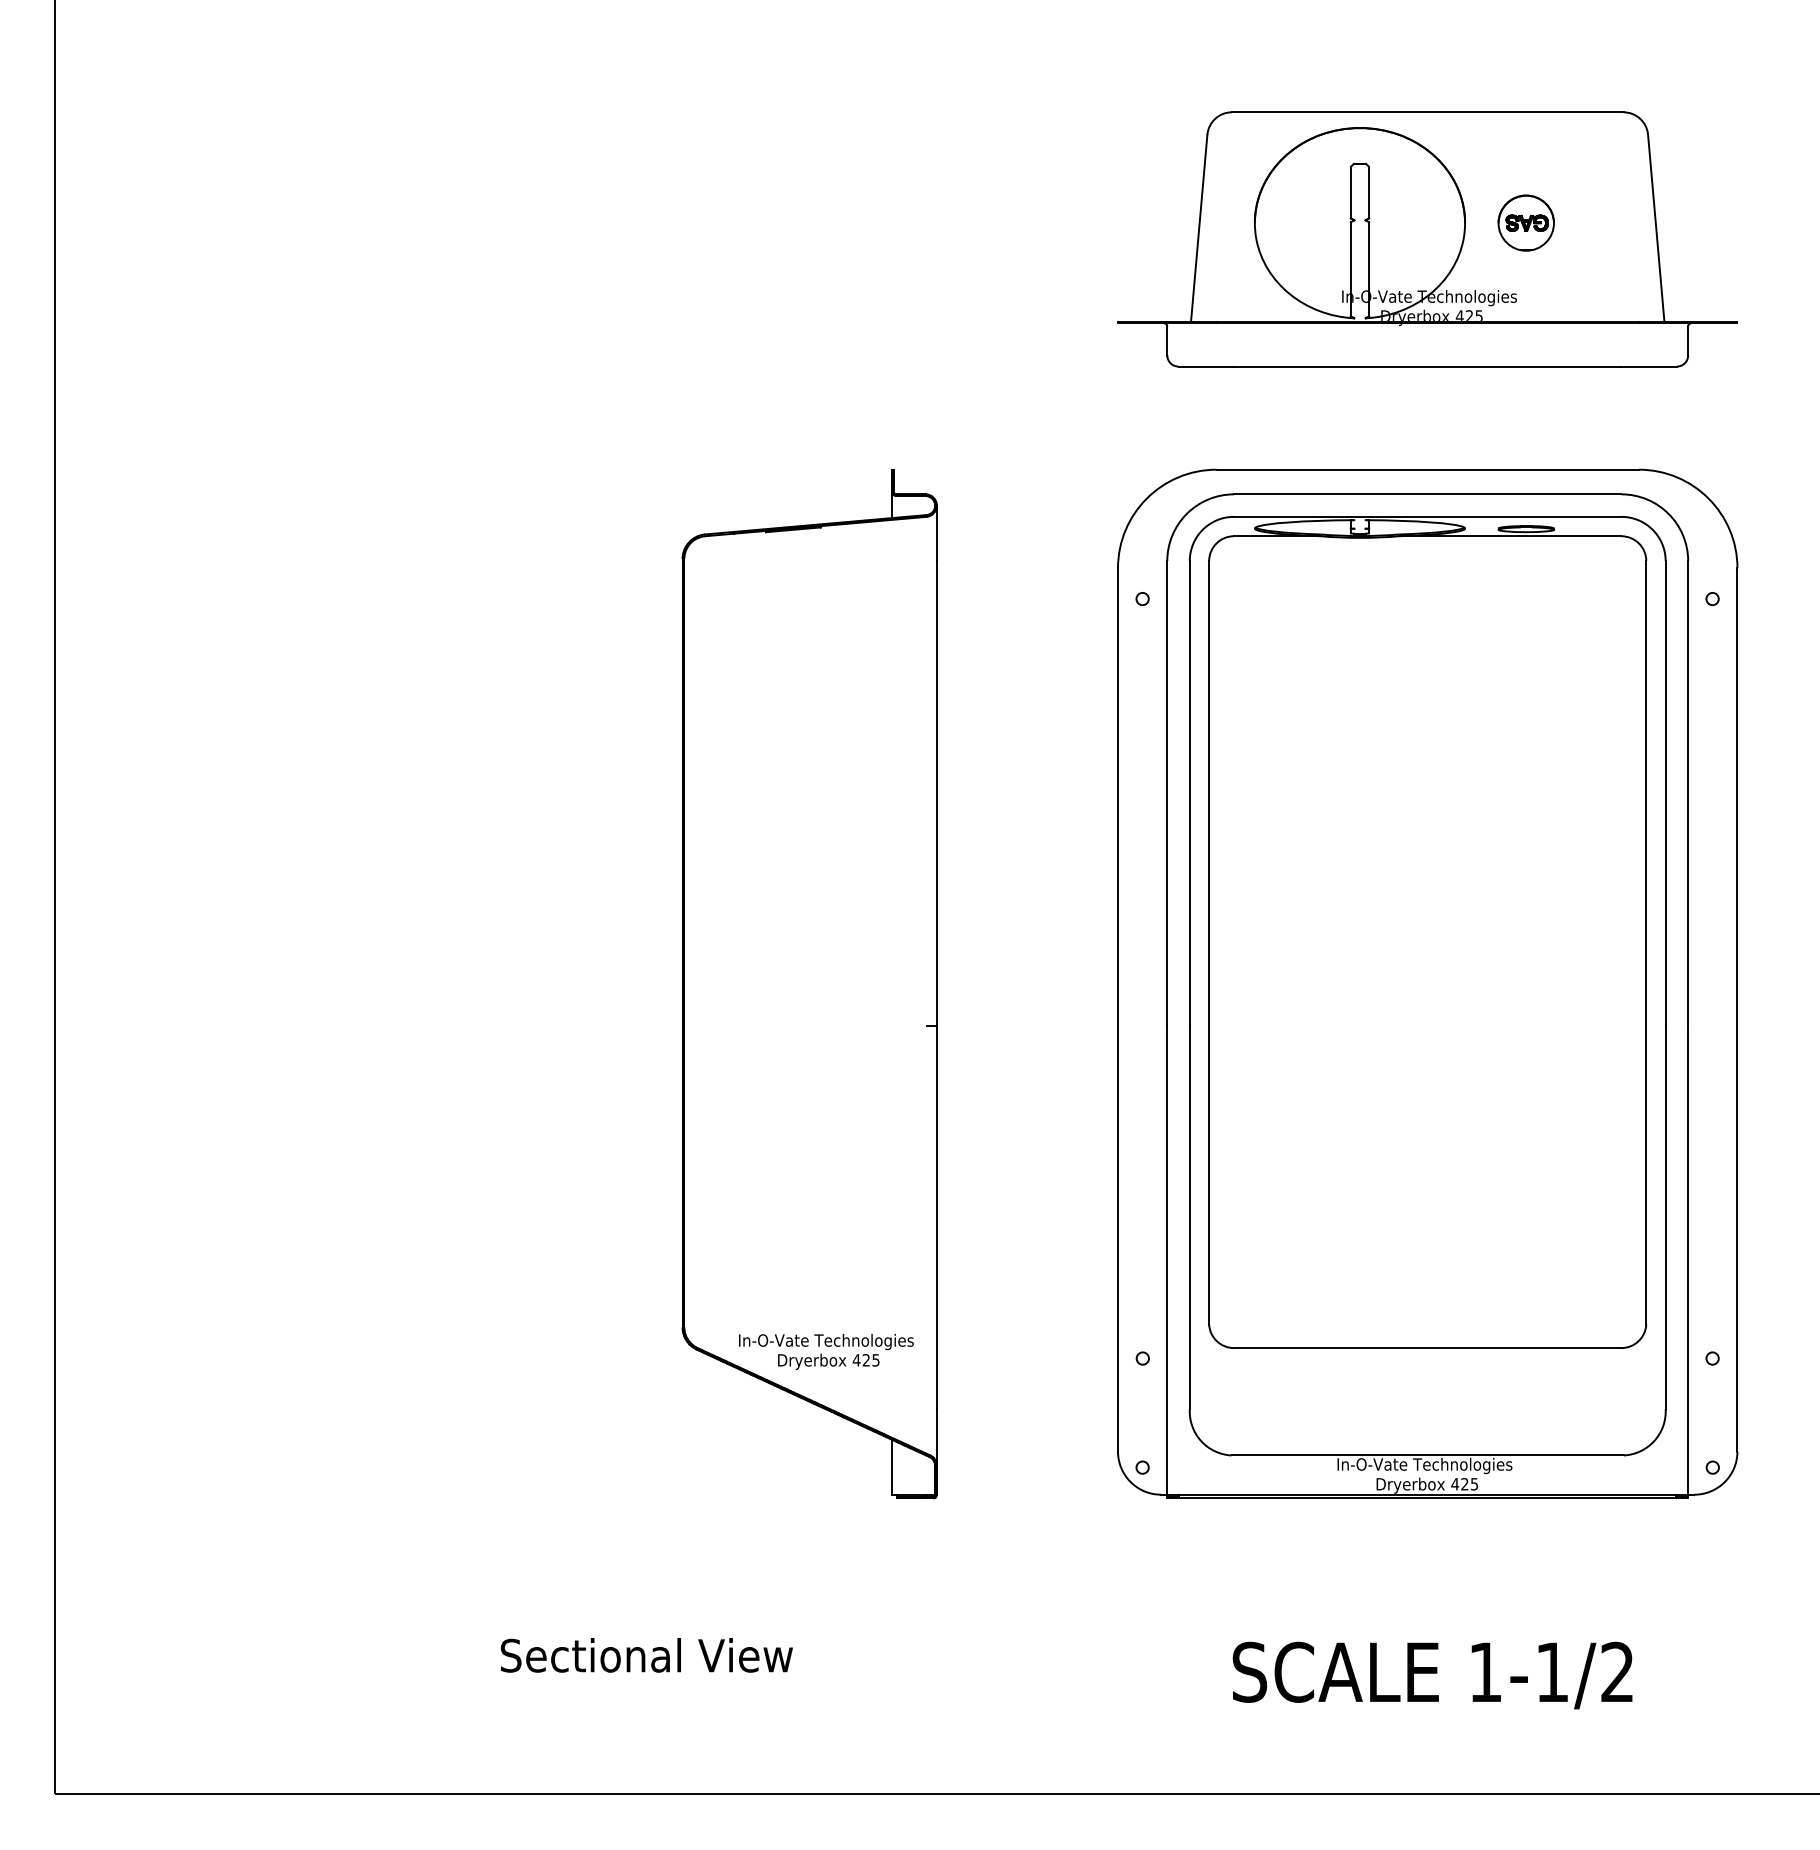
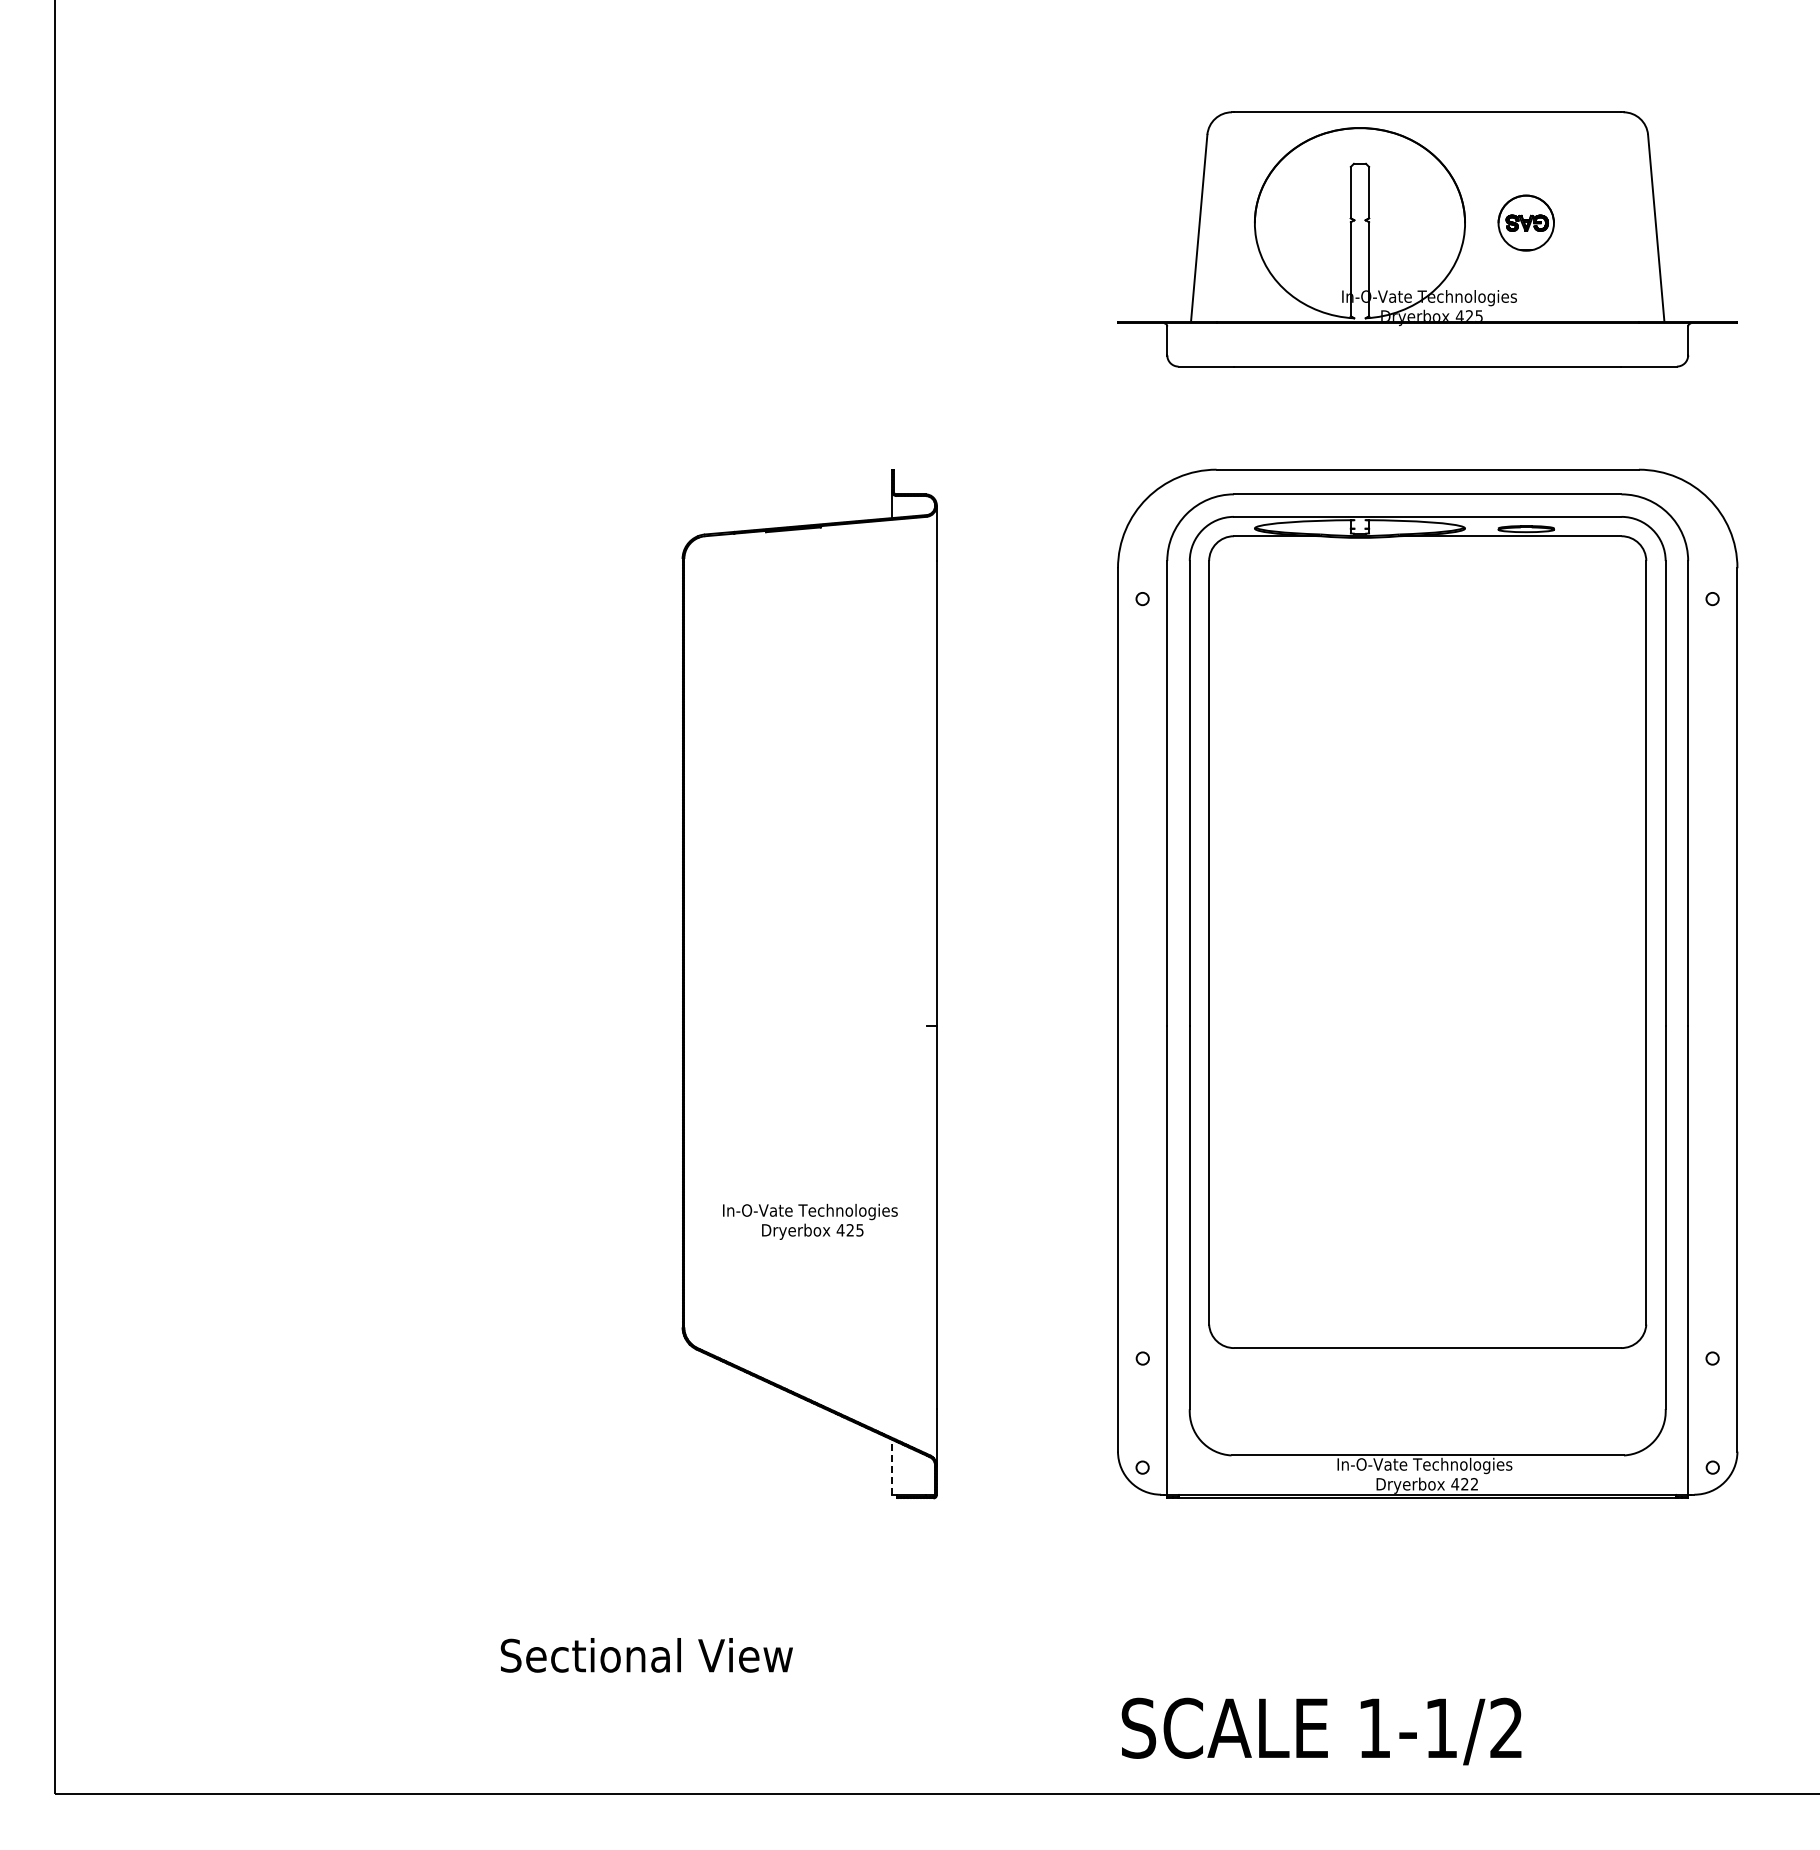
text at (826, 1351) position: (826, 1351) -> (810, 1221)
line at (891, 1466): solid -> dashed
text at (1474, 1484): 425 -> 422
text at (1432, 1675) position: (1432, 1675) -> (1321, 1731)
